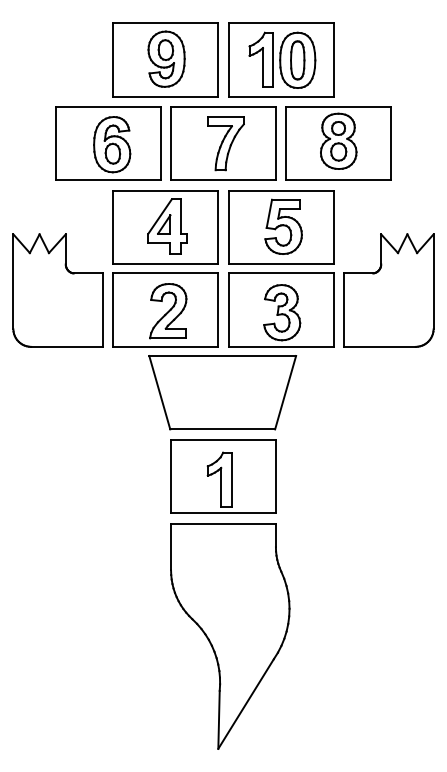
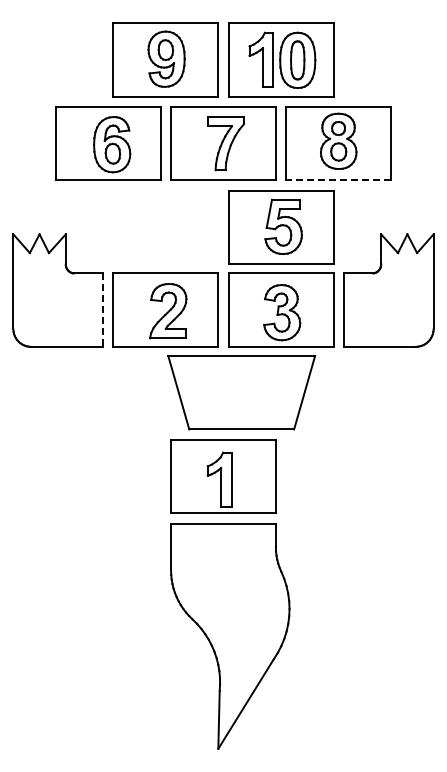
line at (338, 180): solid -> dashed
part at (165, 227): present -> none
line at (102, 310): solid -> dashed
part at (222, 392) position: (222, 392) -> (241, 392)
